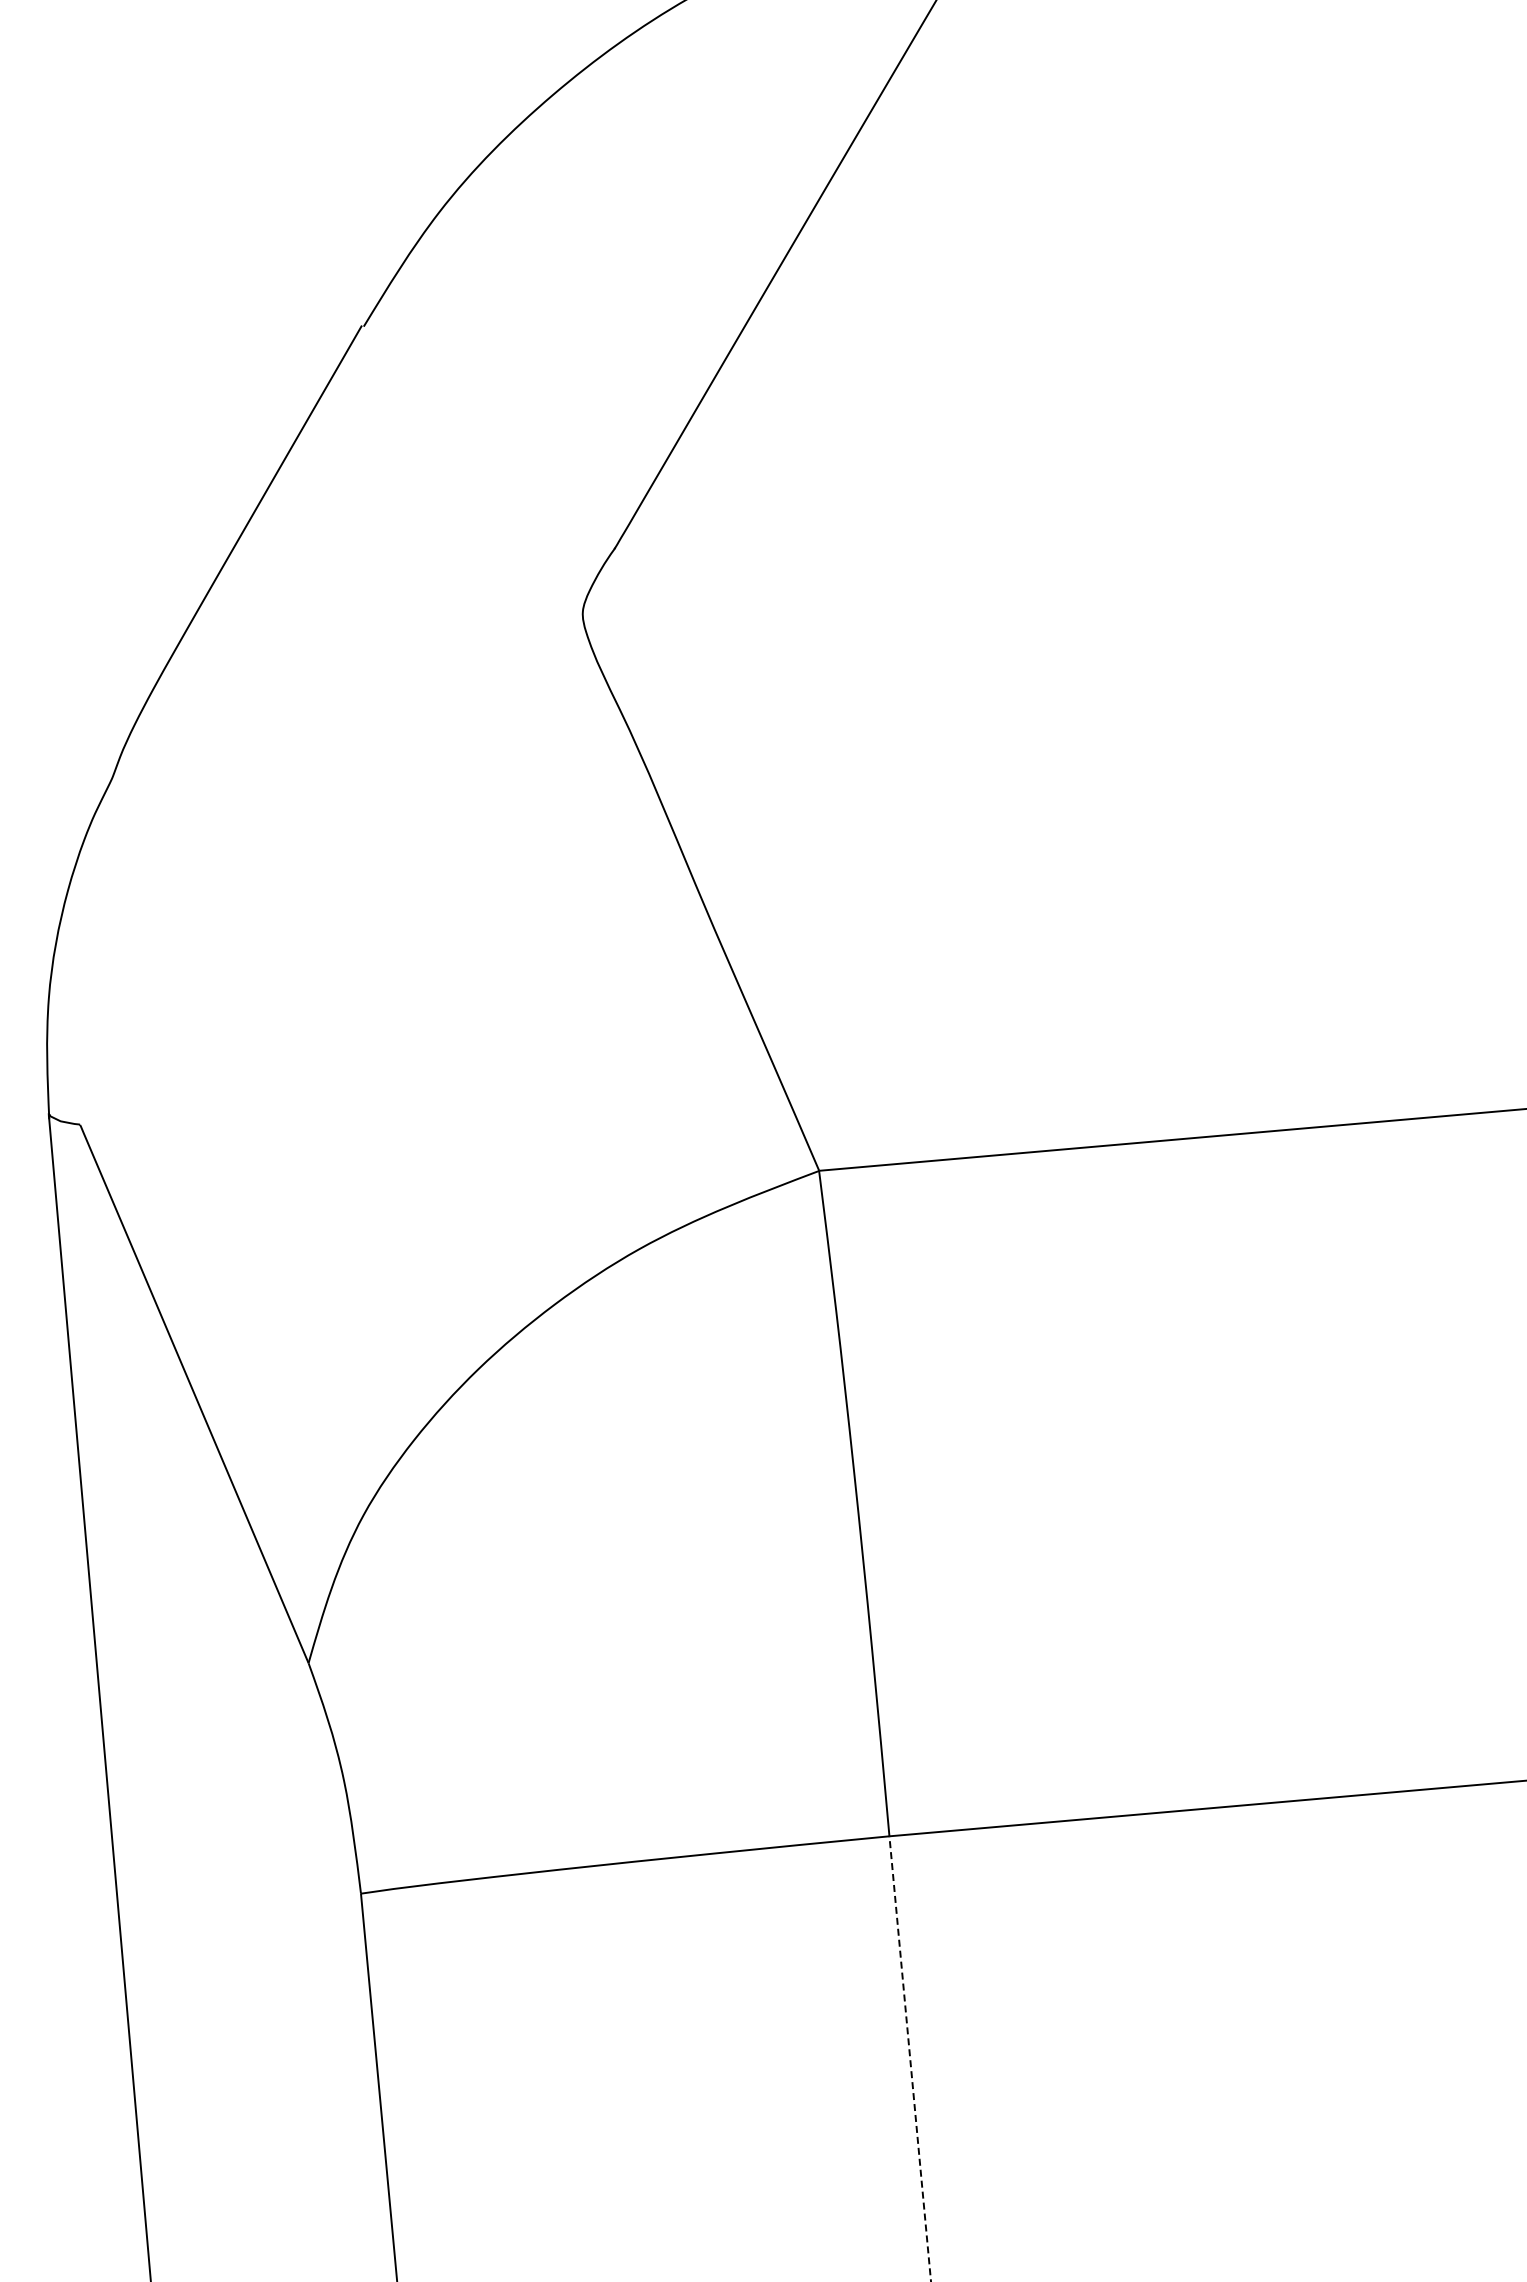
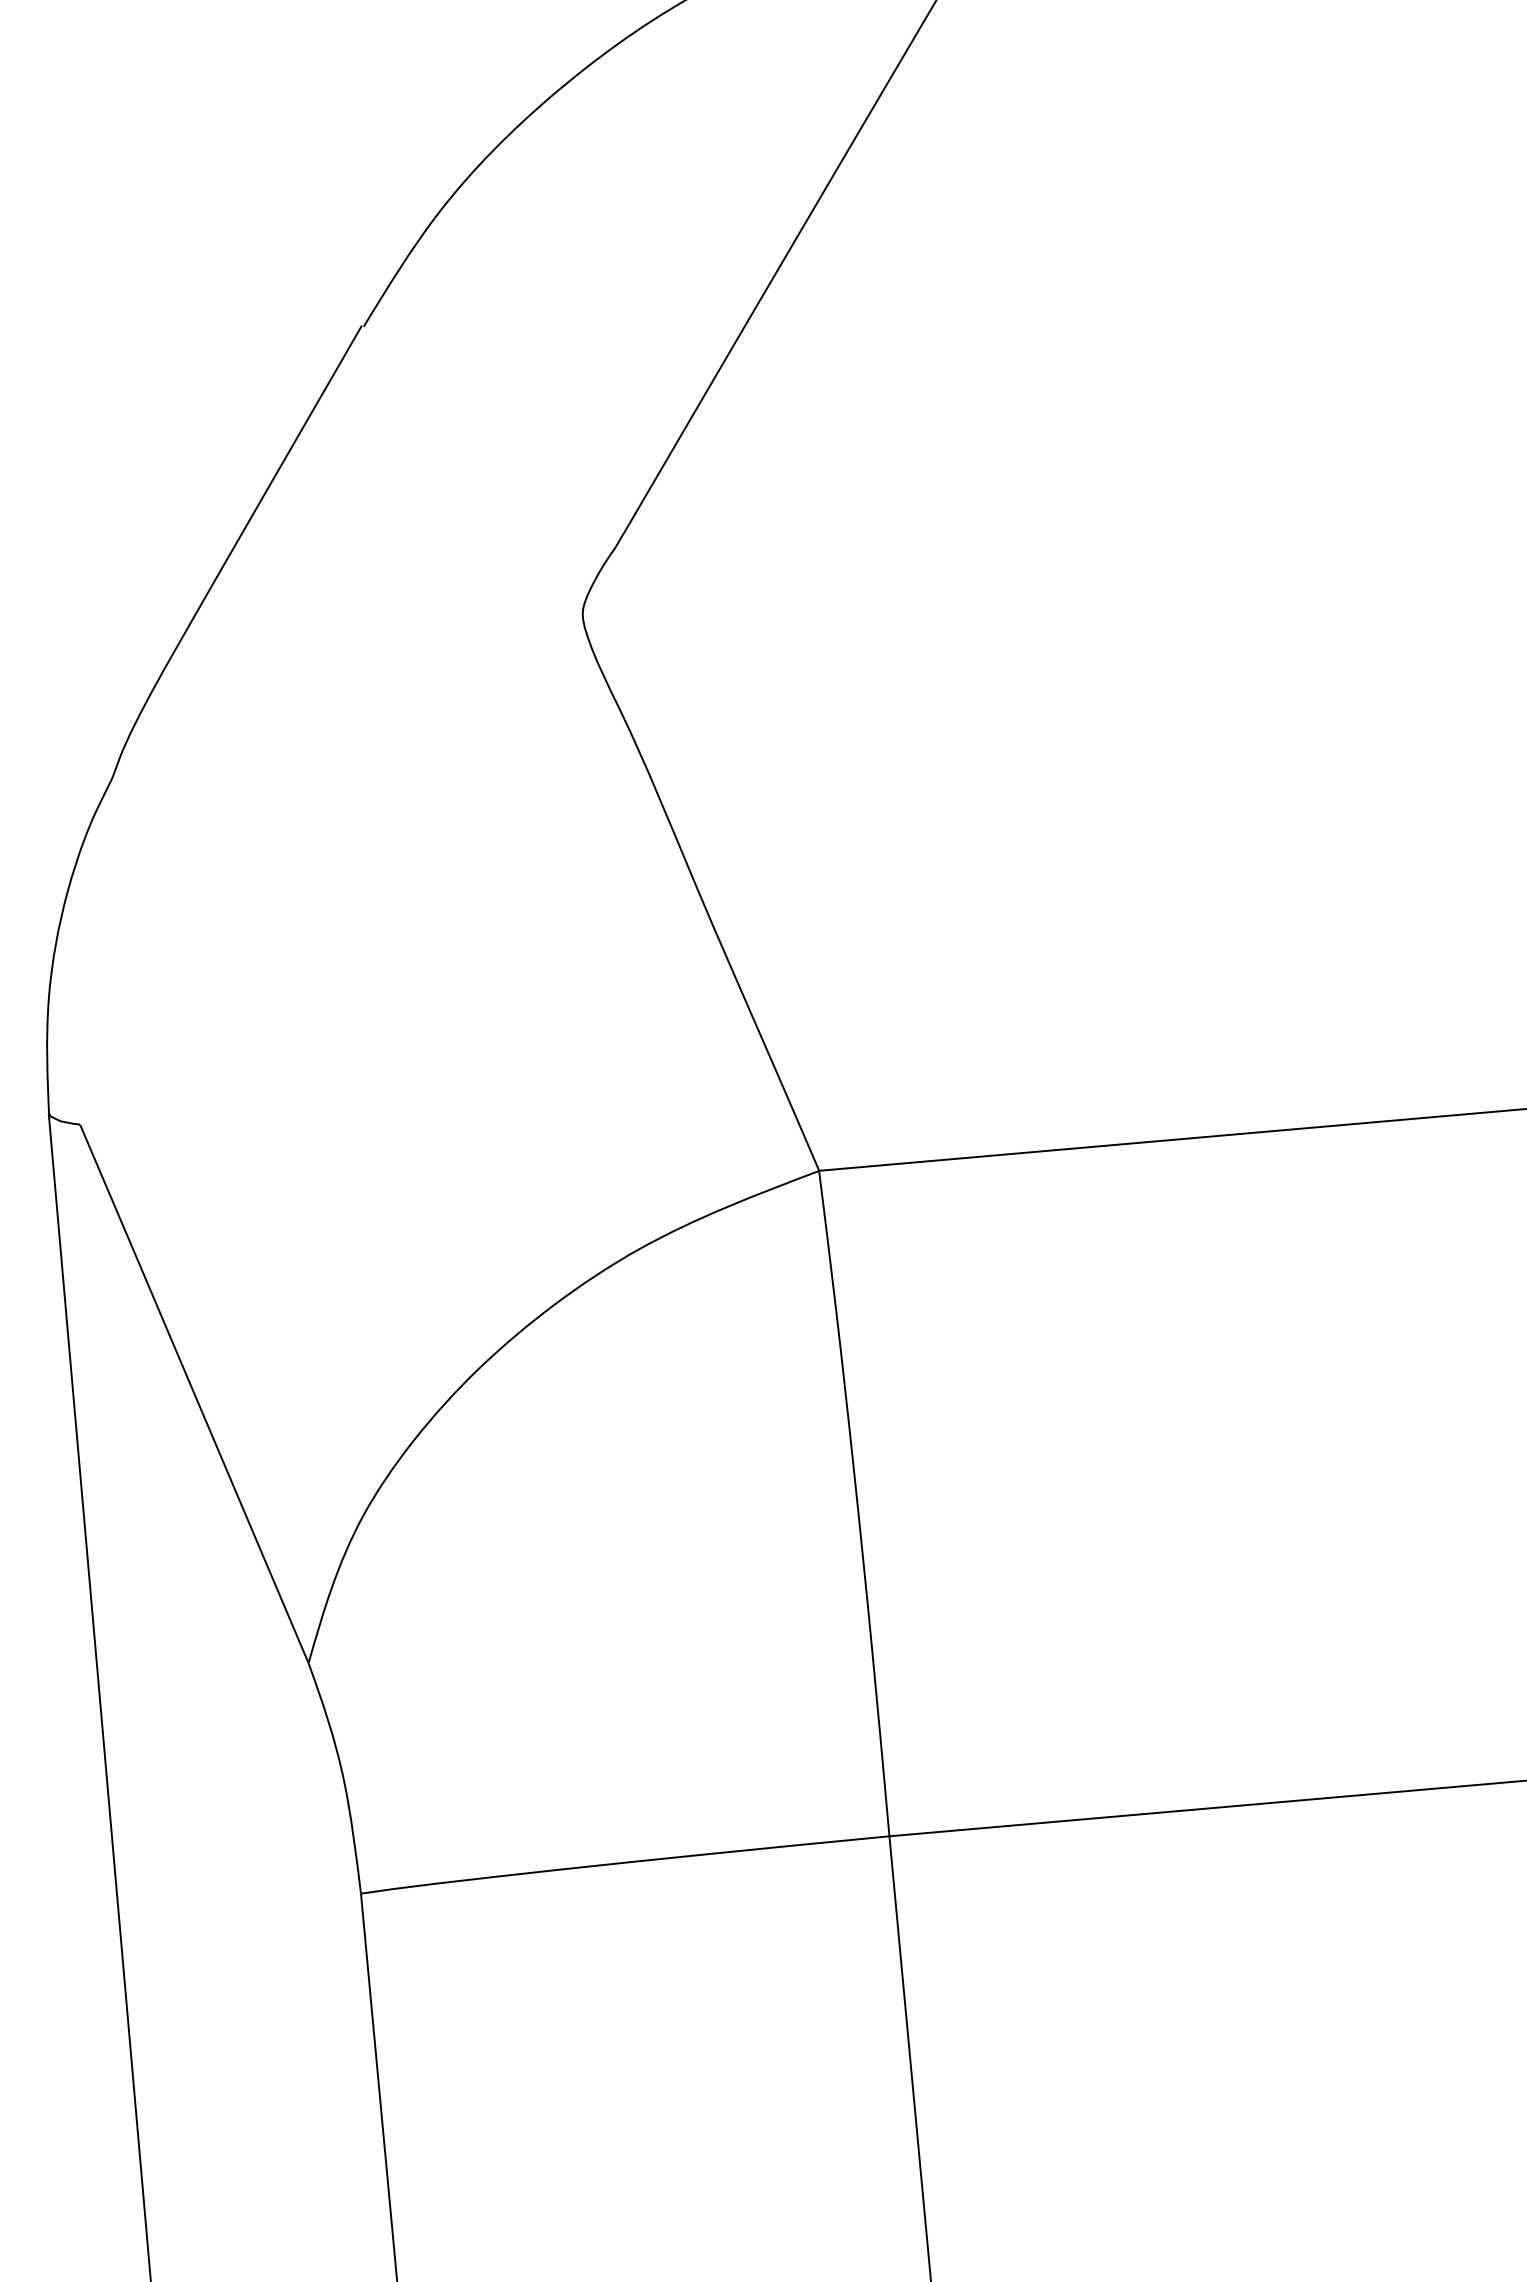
line at (910, 2058): dashed -> solid
